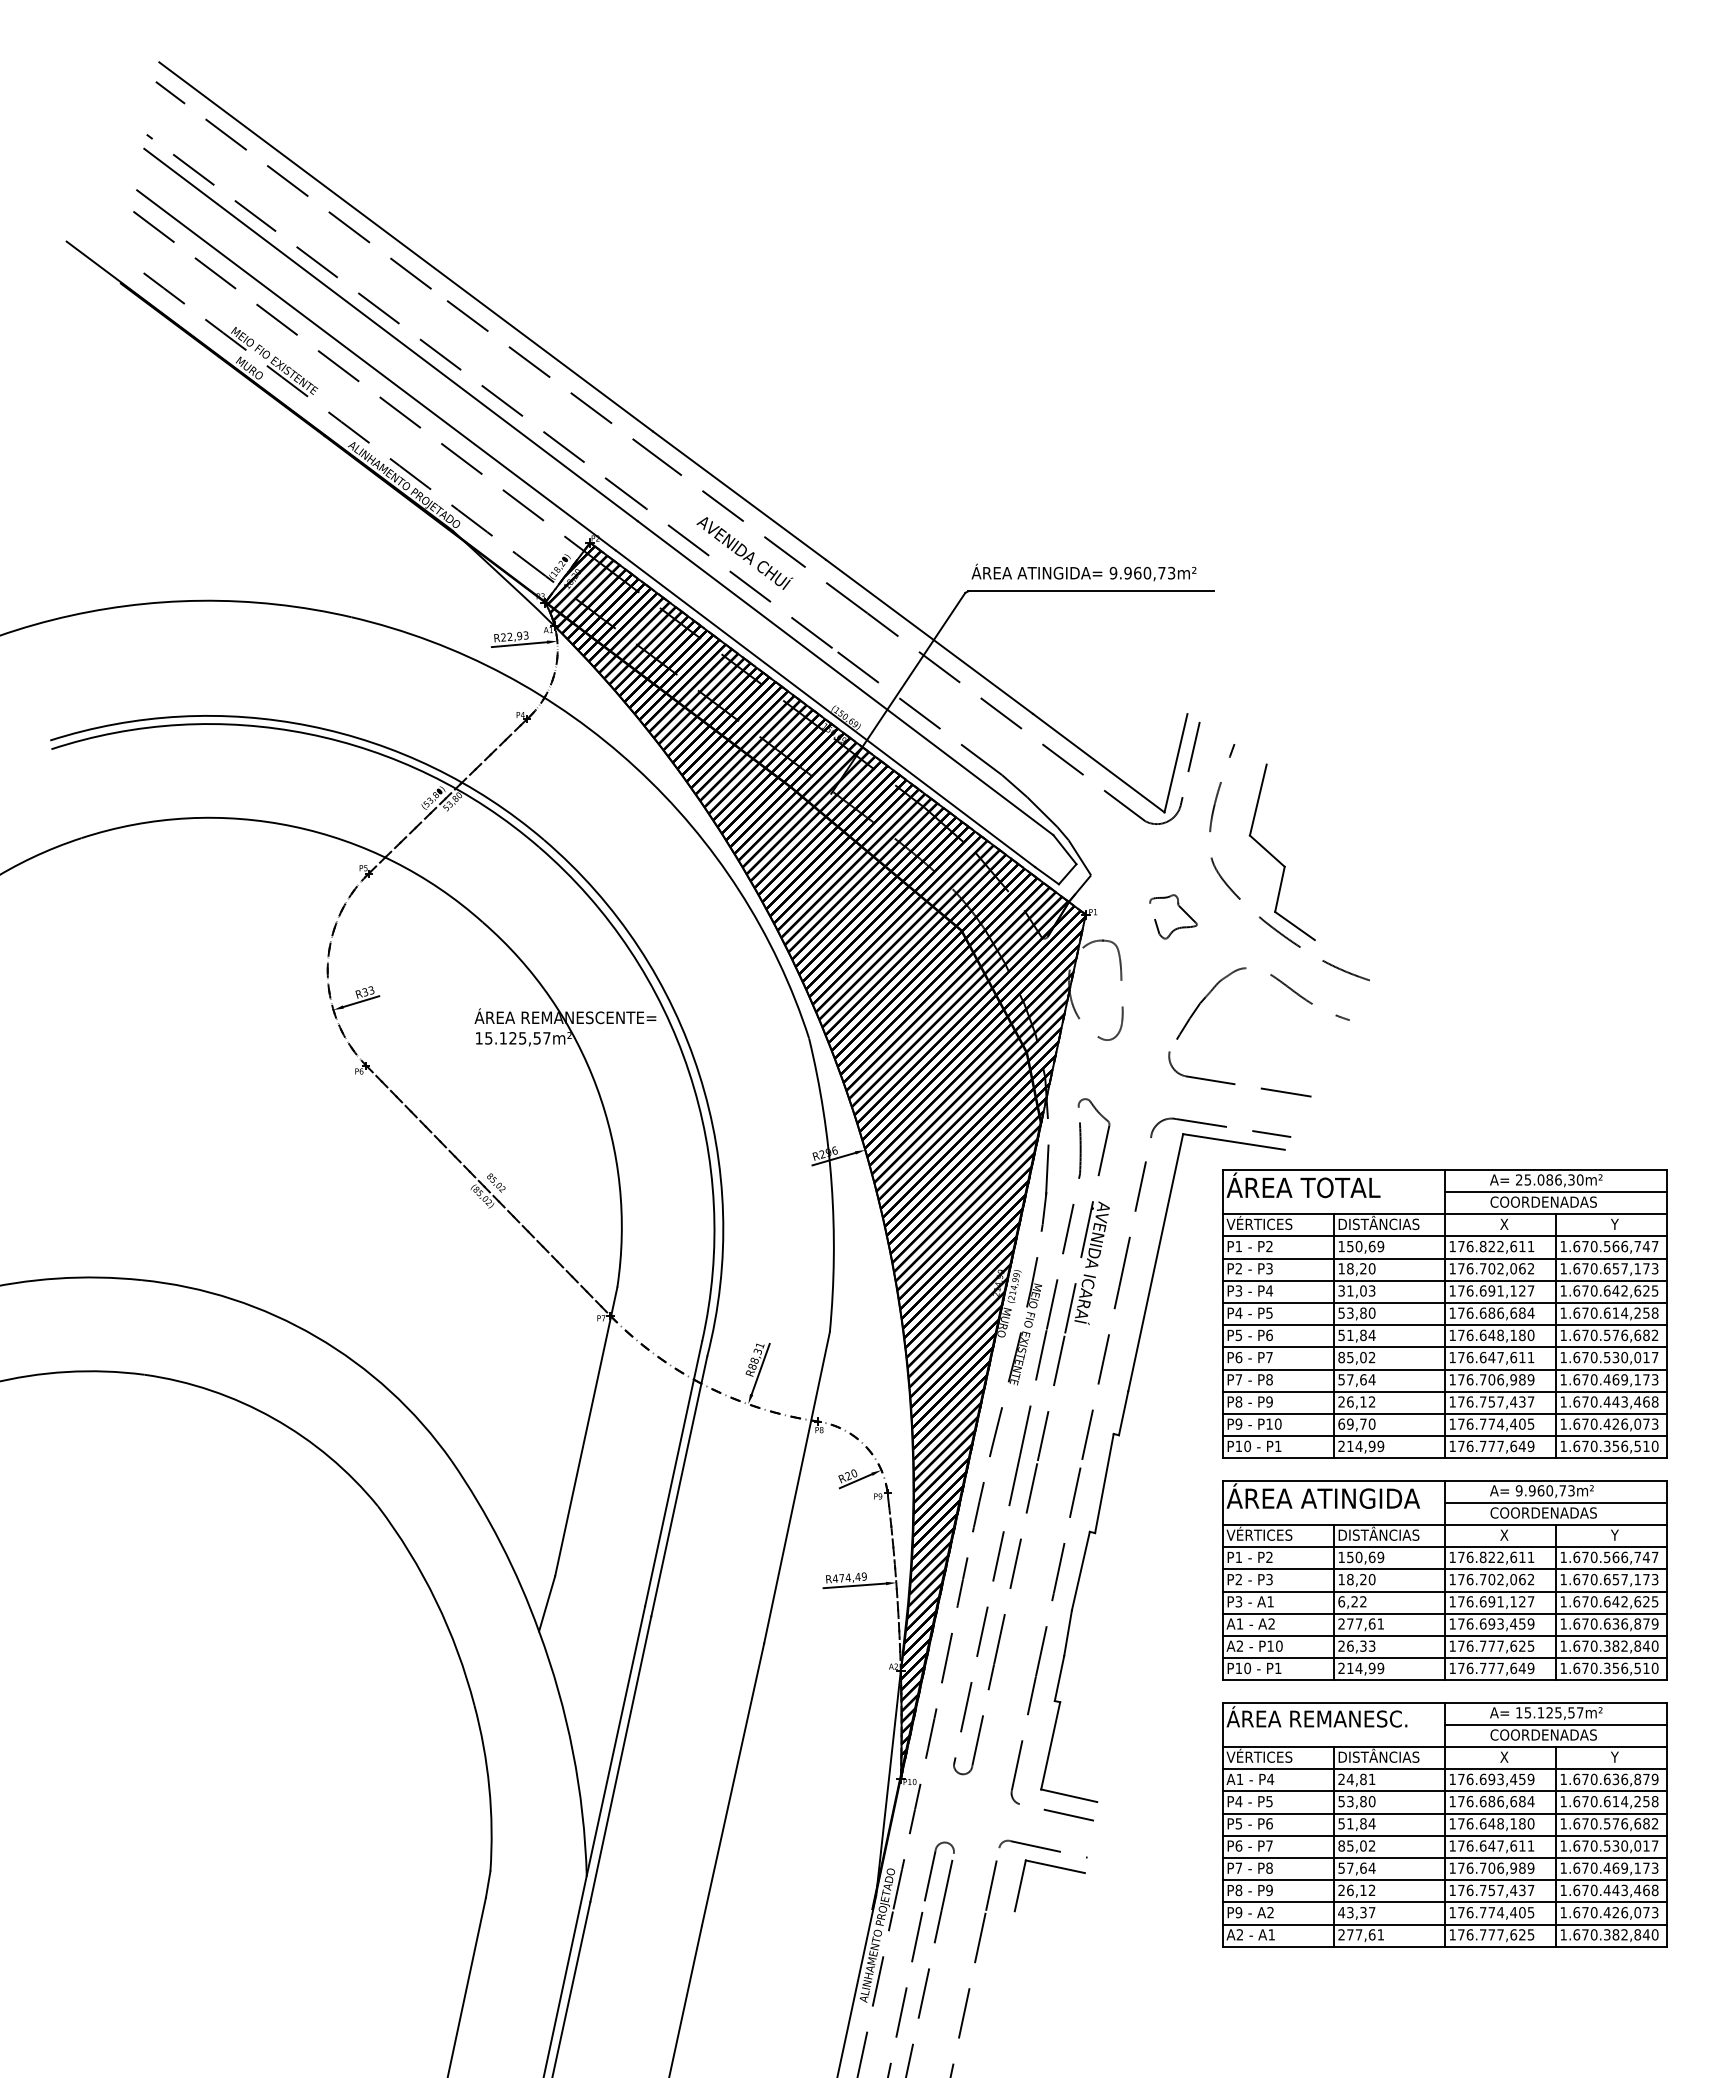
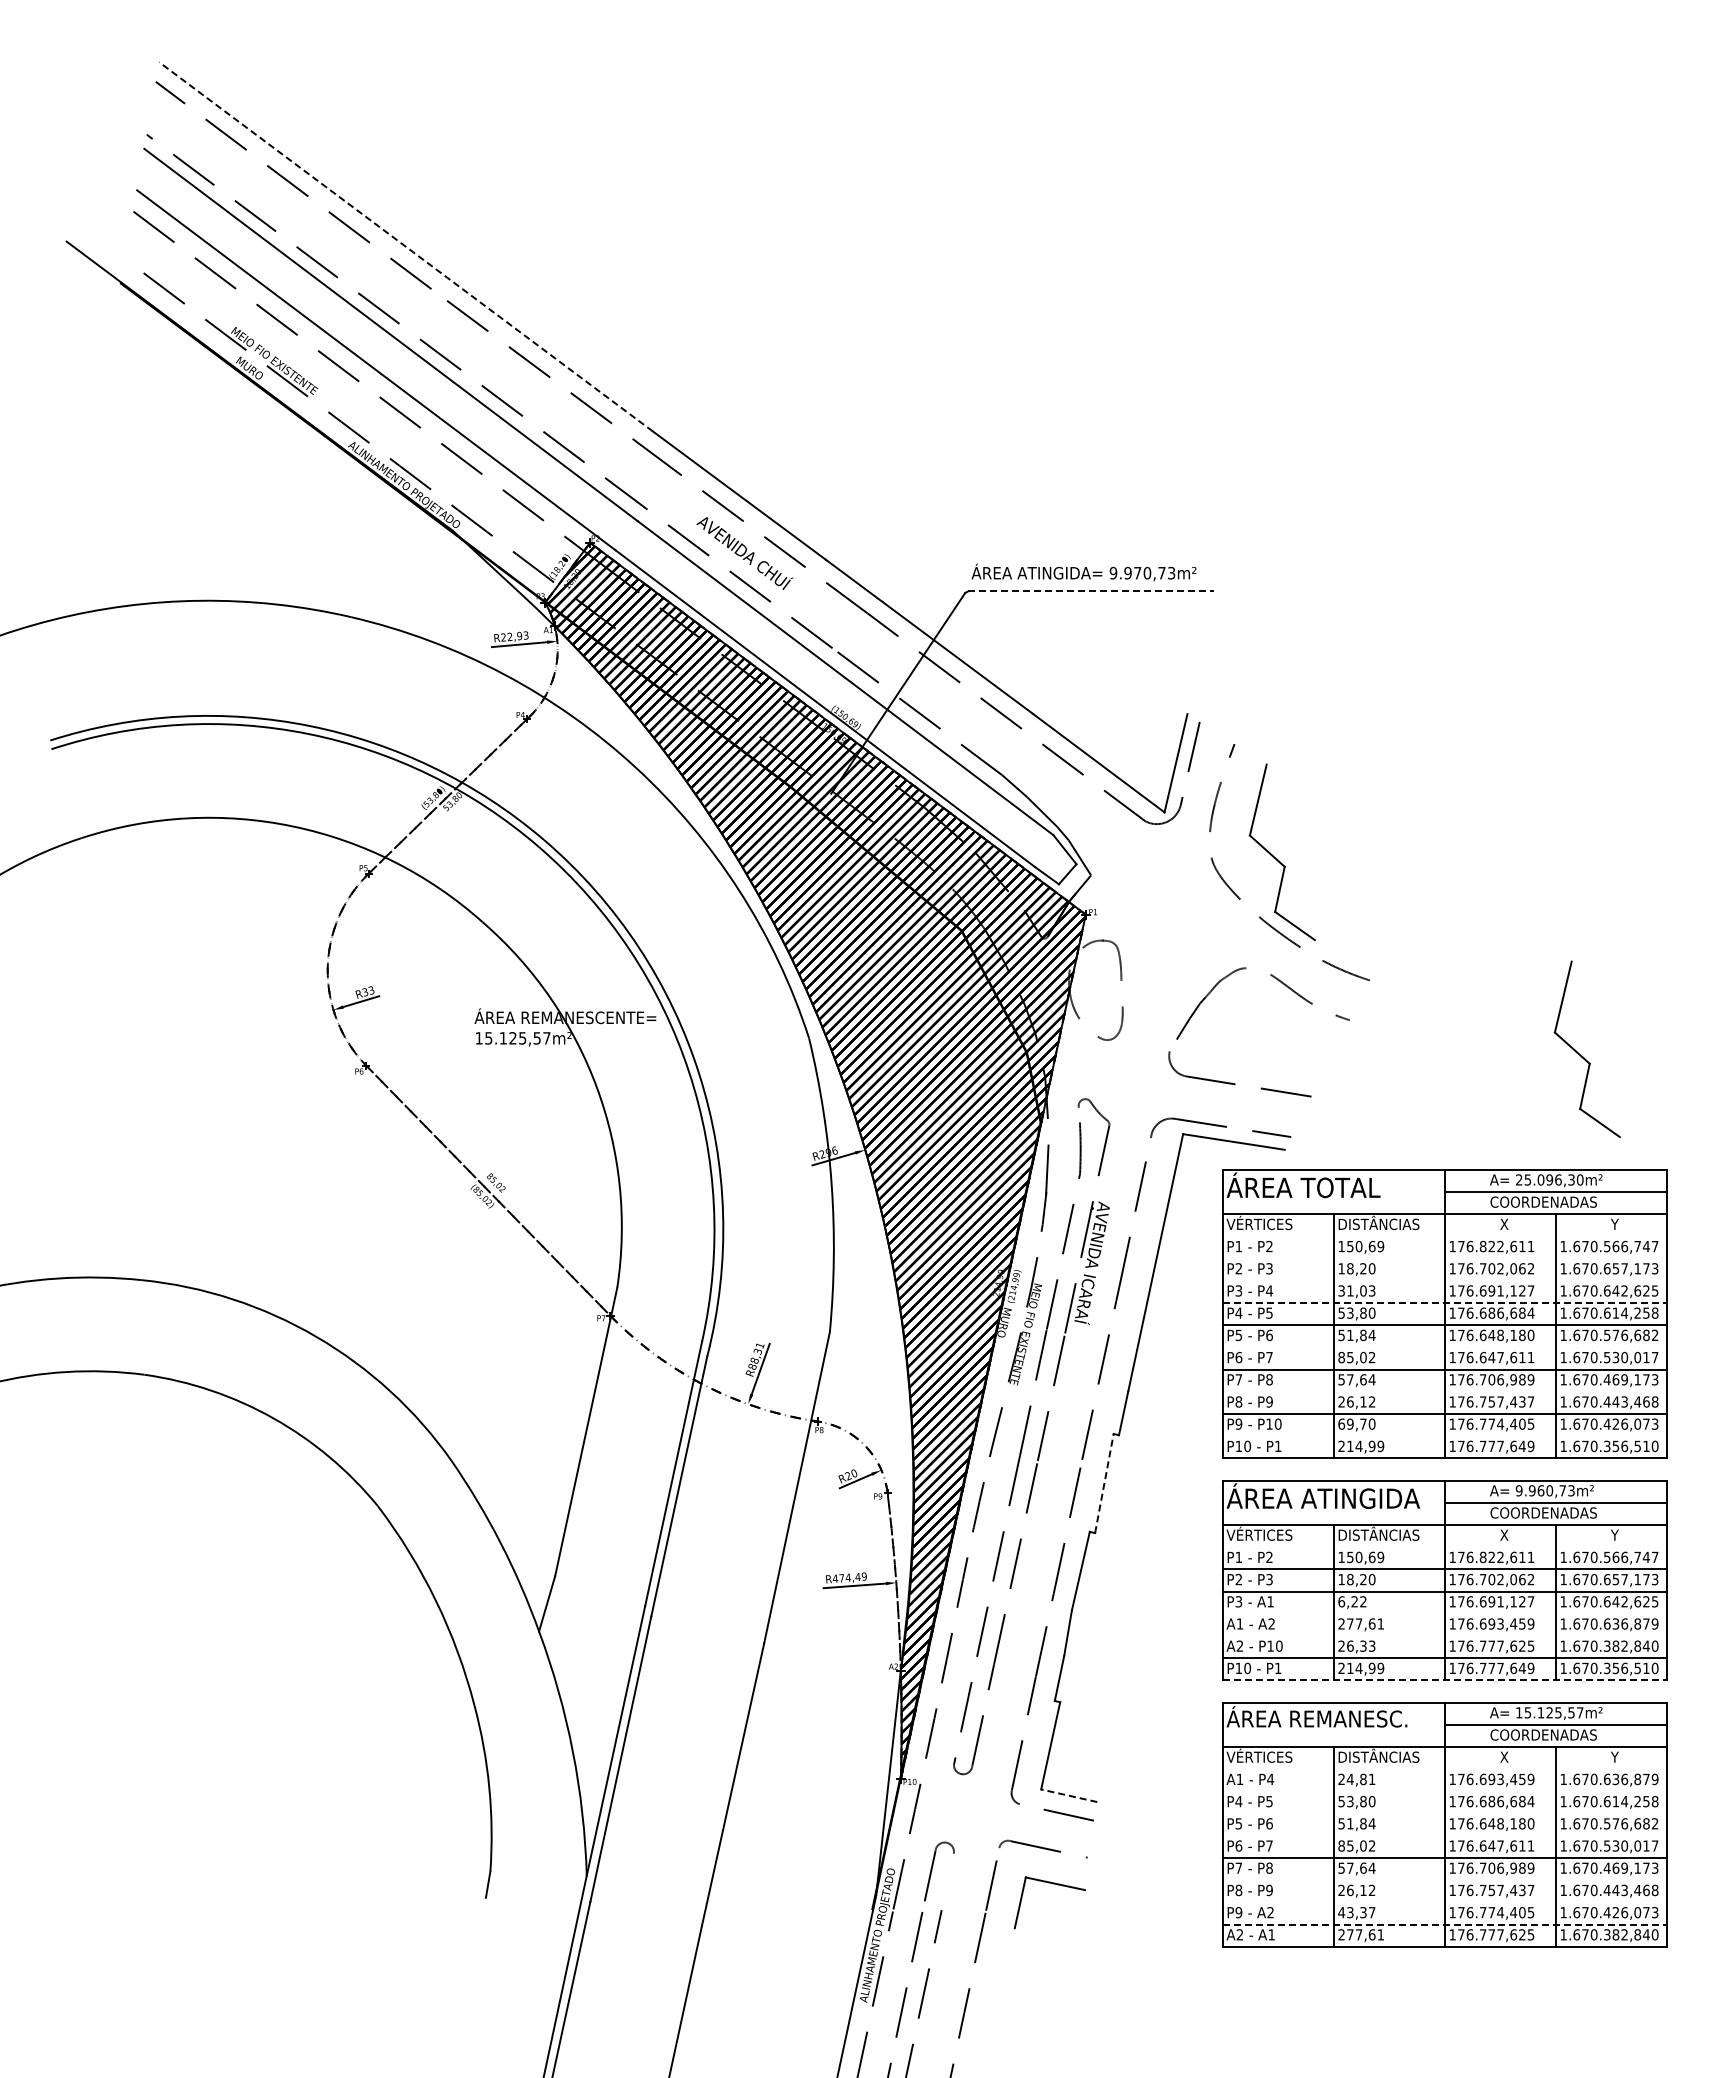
line at (405, 246): solid -> dashed
text at (1137, 572): 9.960,73m² -> 9.970,73m²
line at (1091, 591): solid -> dashed
part at (1180, 908): present -> none
part at (1580, 1054): none -> present
text at (1549, 1179): 25.086,30m² -> 25.096,30m²
line at (1444, 1236): present -> none
line at (1444, 1258): present -> none
line at (1444, 1280): present -> none
line at (1445, 1302): solid -> dashed
line at (1444, 1347): present -> none
line at (1444, 1391): present -> none
line at (1444, 1436): present -> none
line at (1104, 1483): solid -> dashed
line at (1444, 1547): present -> none
line at (1444, 1613): present -> none
line at (1444, 1636): present -> none
line at (1445, 1680): solid -> dashed
line at (1444, 1769): present -> none
line at (1444, 1791): present -> none
line at (1069, 1795): solid -> dashed
line at (1444, 1813): present -> none
line at (1444, 1835): present -> none
part at (1052, 1867) position: (1052, 1867) -> (1052, 1884)
line at (1444, 1880): present -> none
line at (947, 1881): present -> none
line at (1444, 1902): present -> none
line at (1445, 1924): solid -> dashed
line at (466, 1985): present -> none
